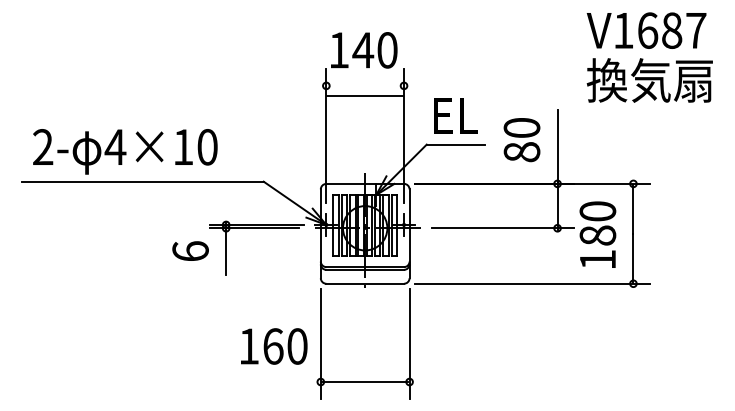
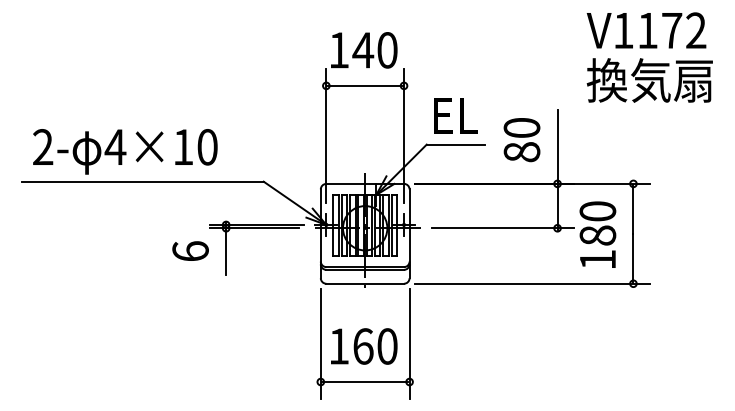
text at (672, 30): V1687 -> V1172
line at (364, 95) position: (364, 95) -> (364, 85)
text at (274, 346) position: (274, 346) -> (364, 346)
